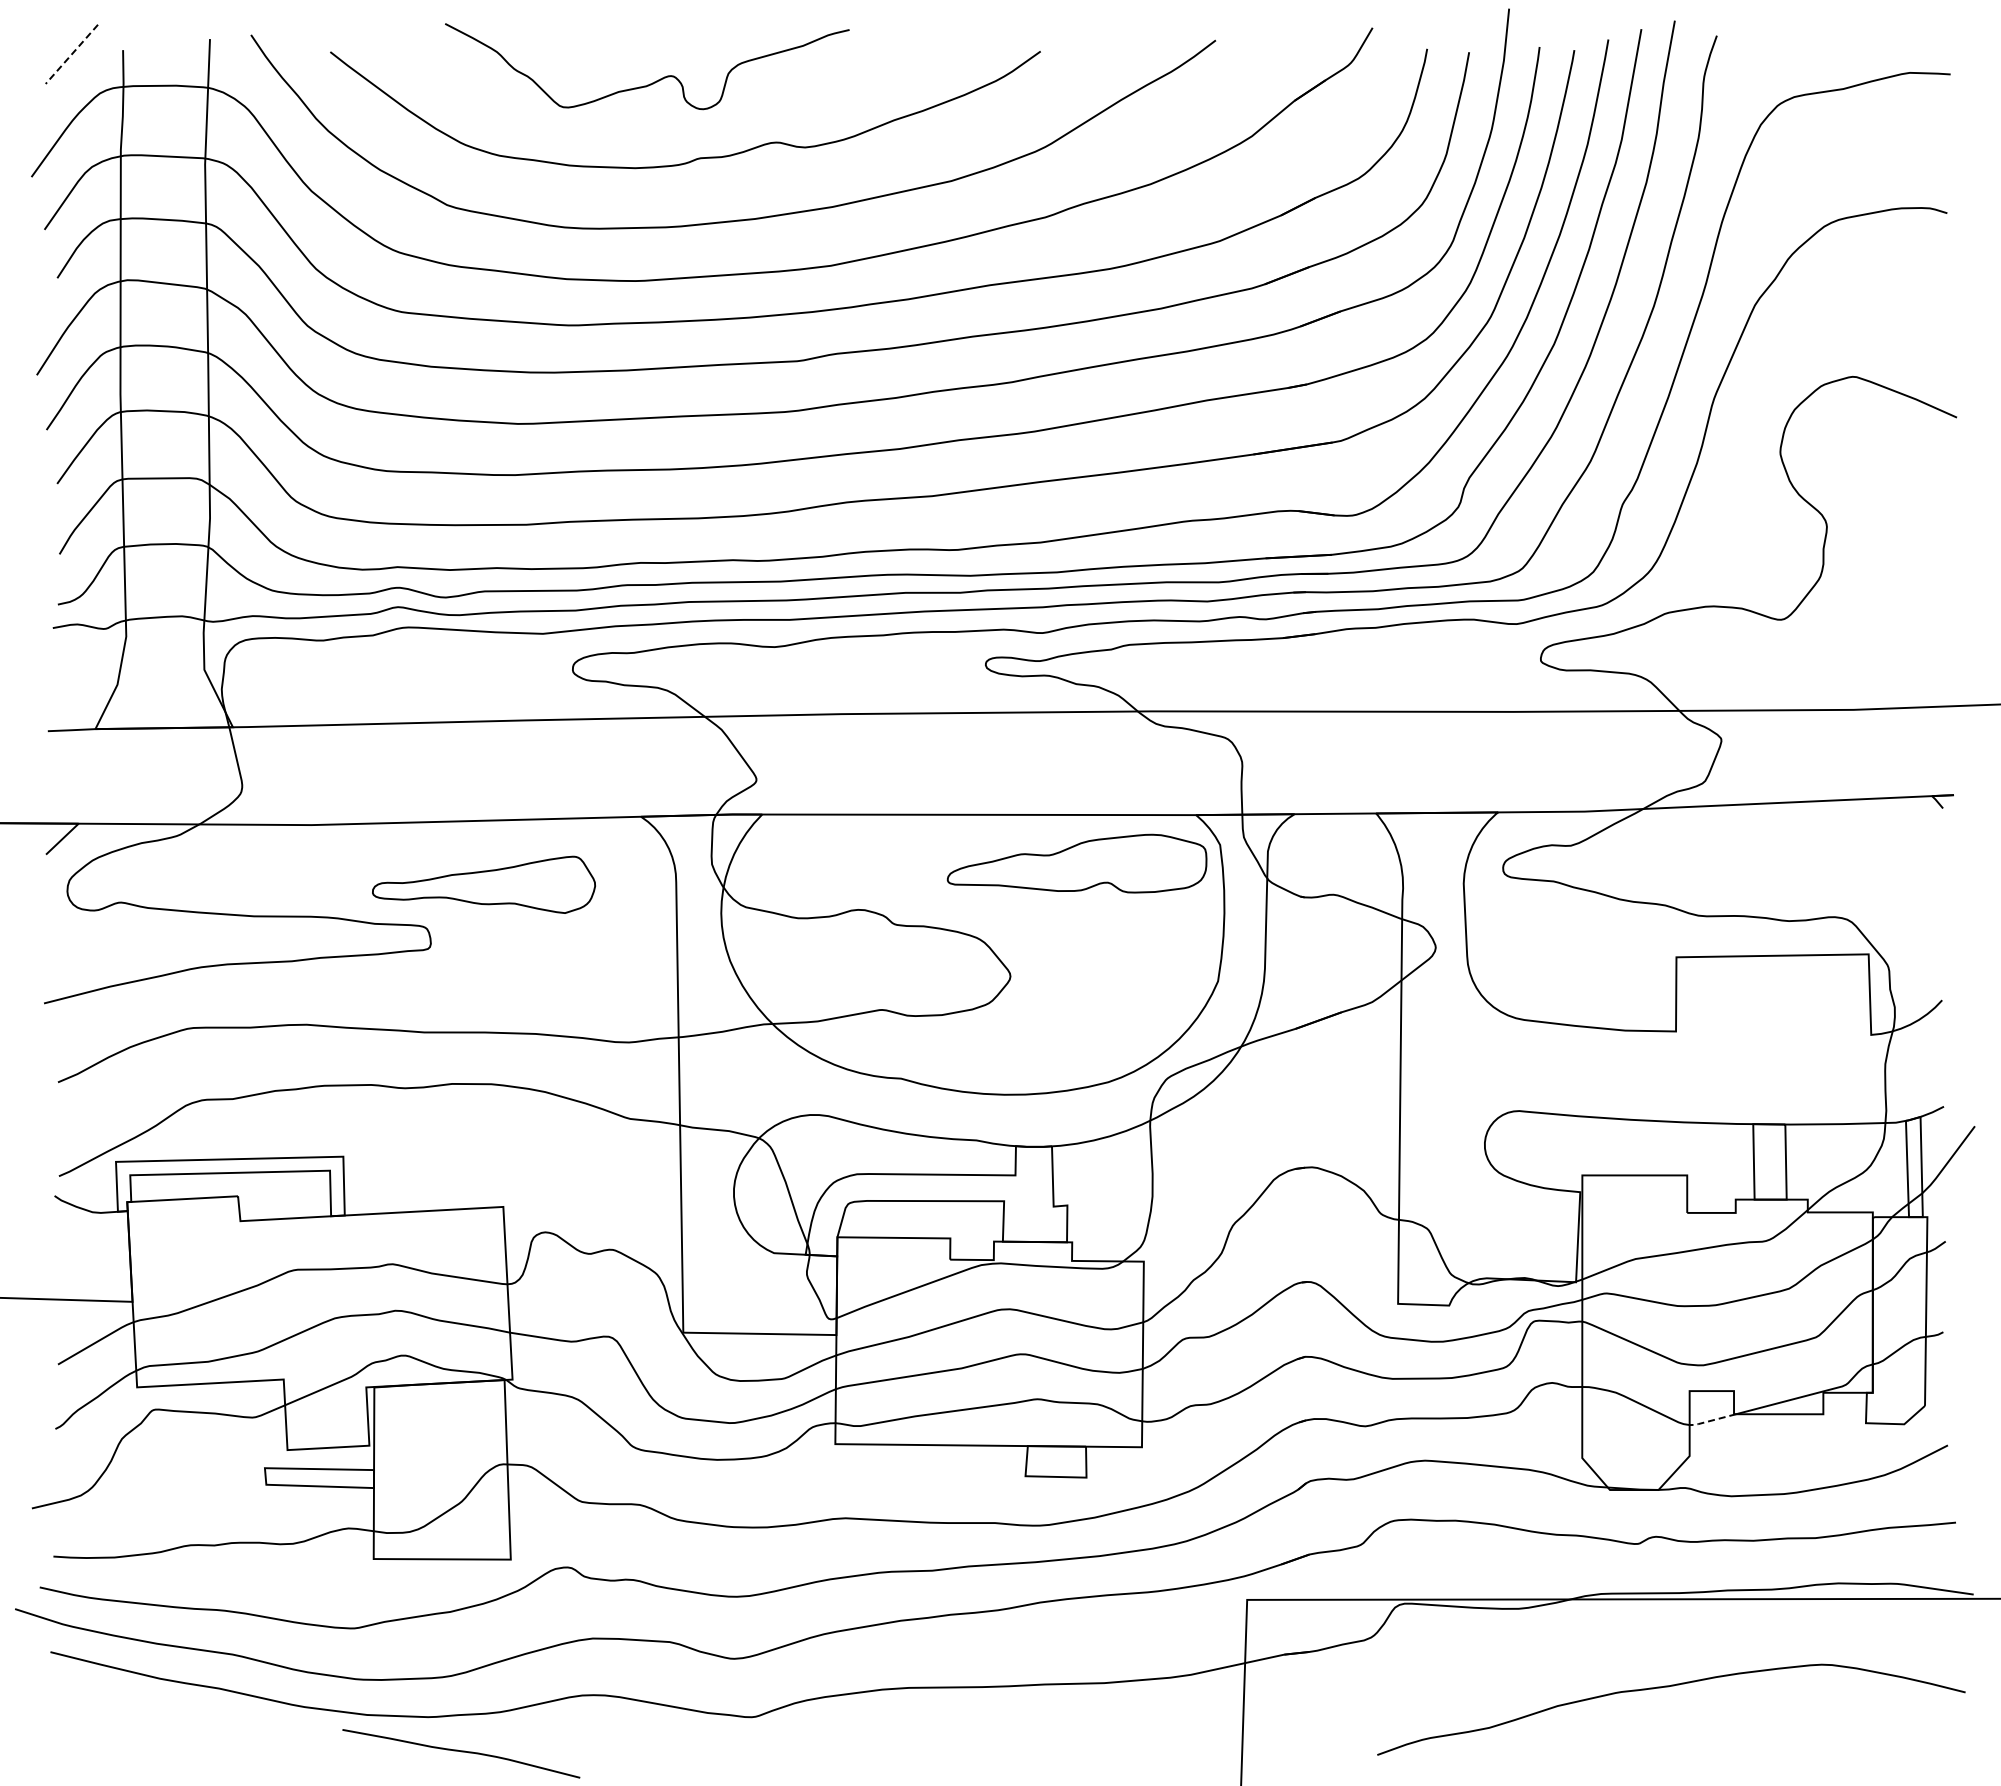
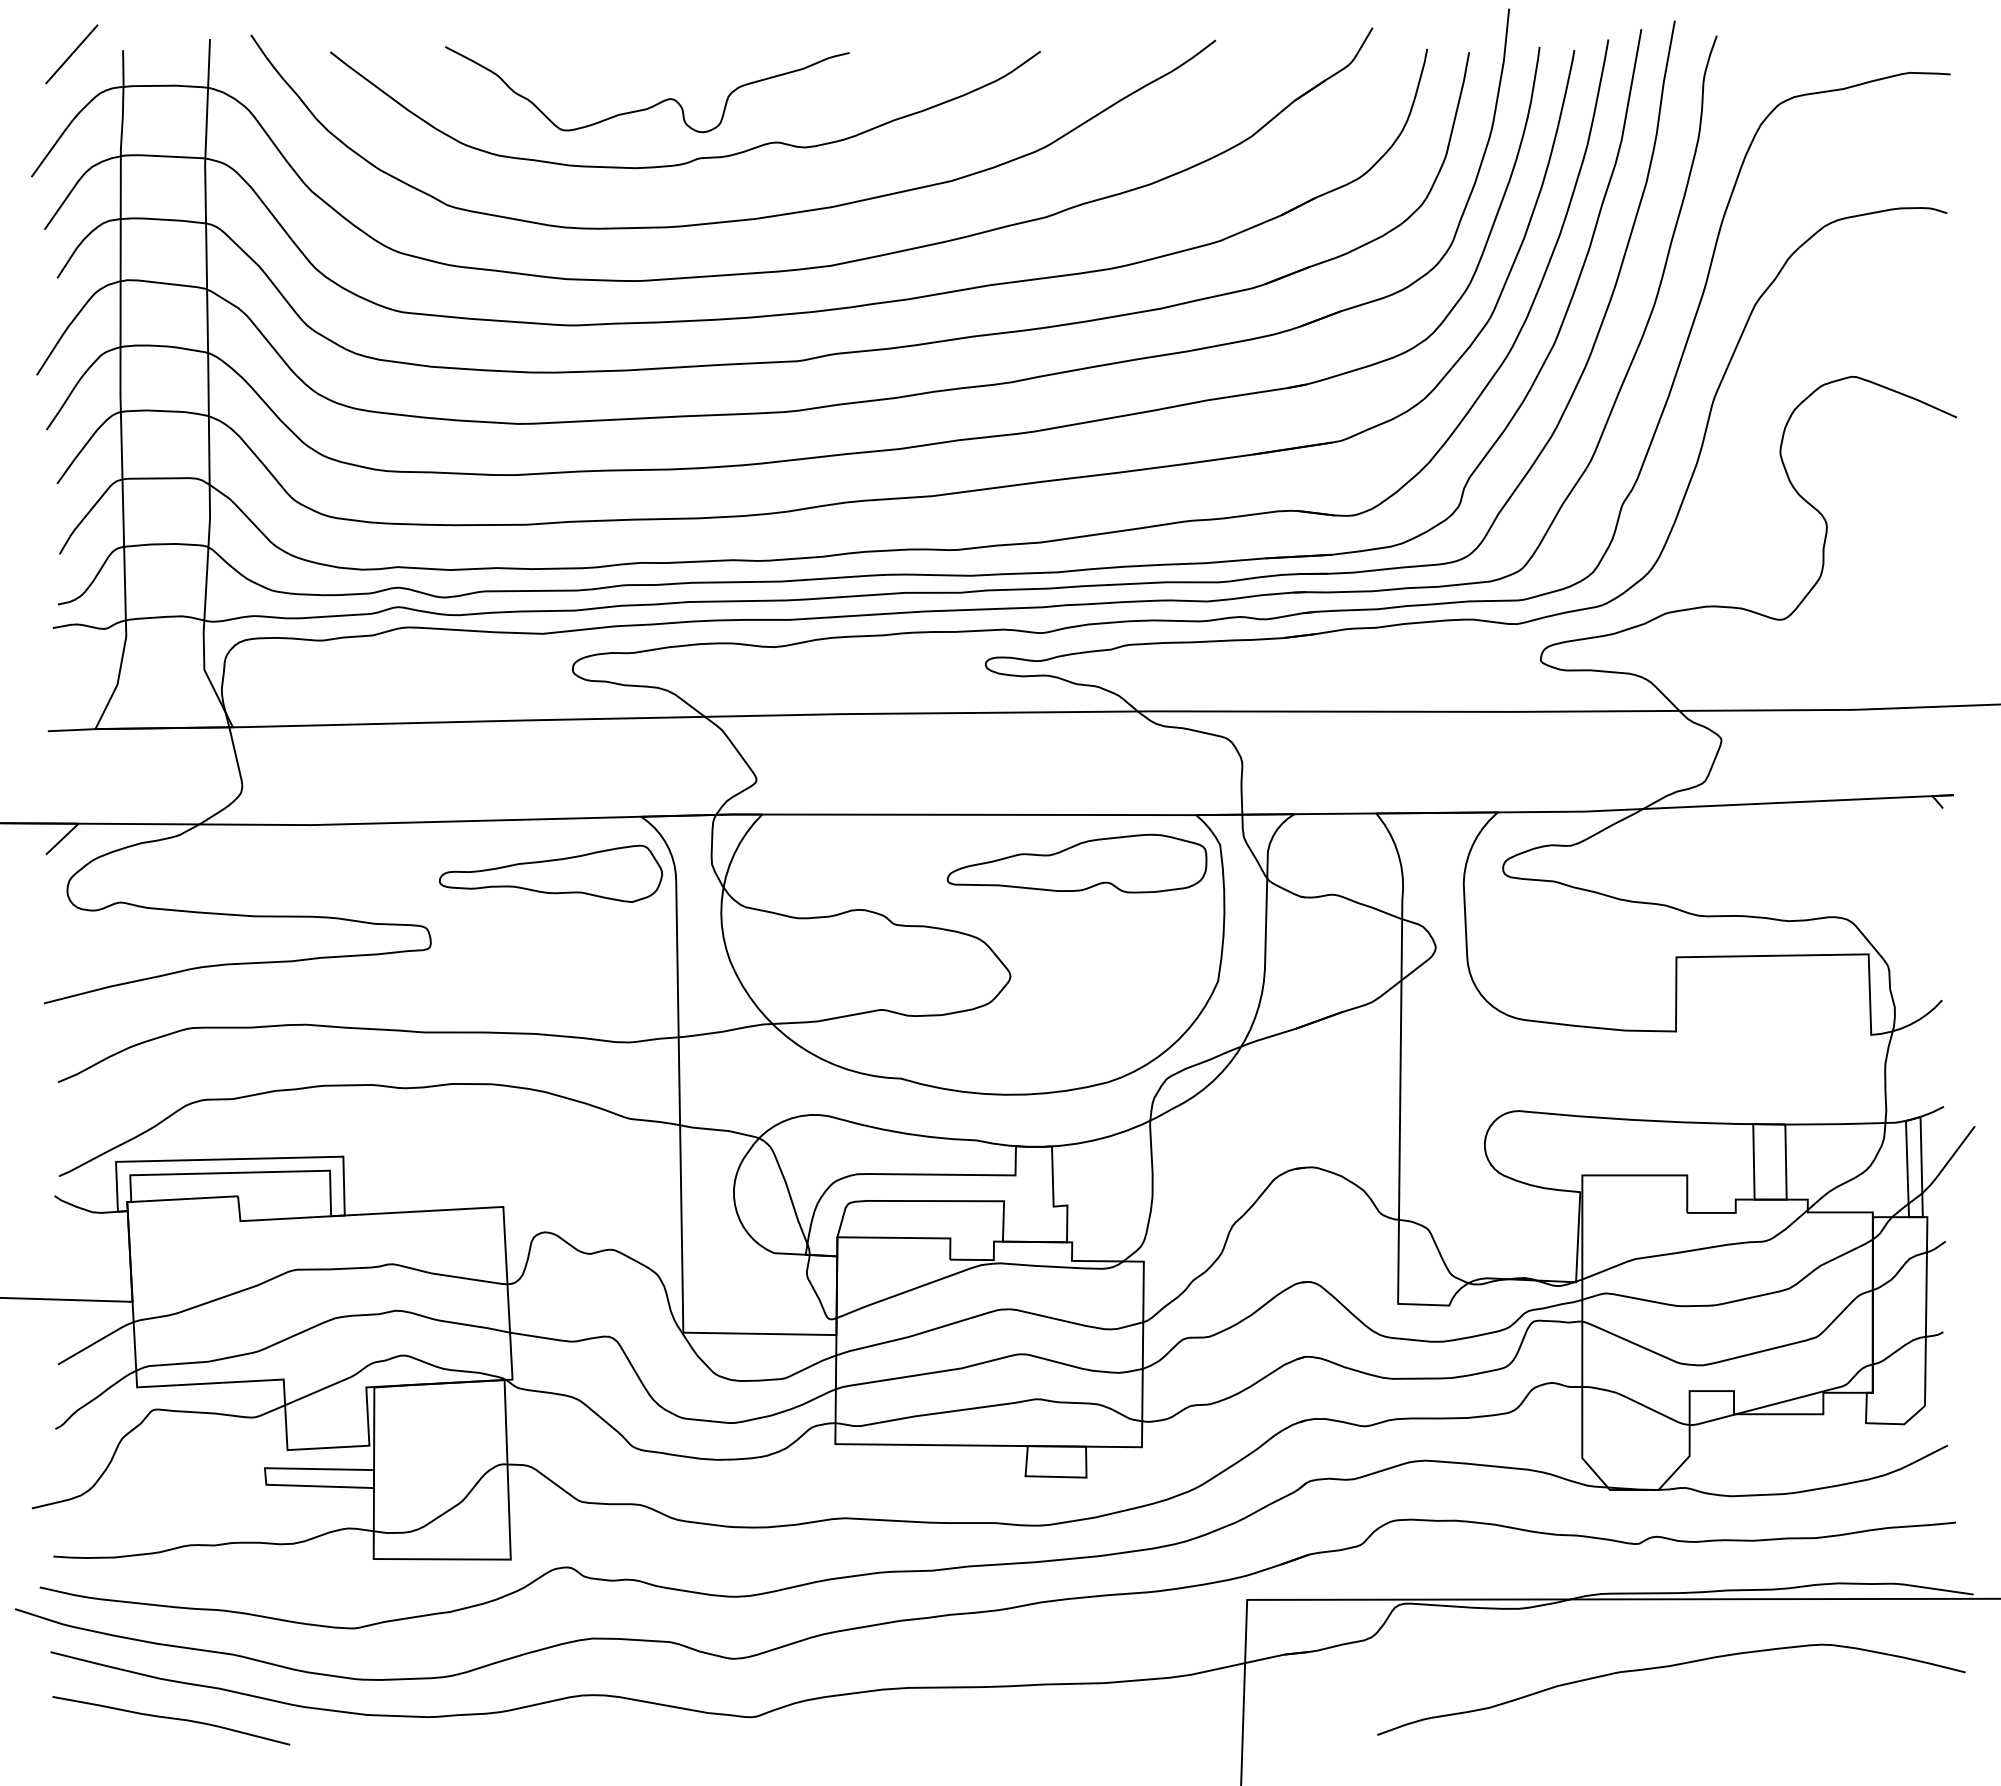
line at (71, 54): dashed -> solid
curve at (654, 81) position: (654, 81) -> (654, 104)
part at (483, 884) position: (483, 884) -> (550, 873)
line at (1711, 1420): dashed -> solid
curve at (1668, 1687) position: (1668, 1687) -> (1668, 1667)
curve at (461, 1752) position: (461, 1752) -> (171, 1719)
